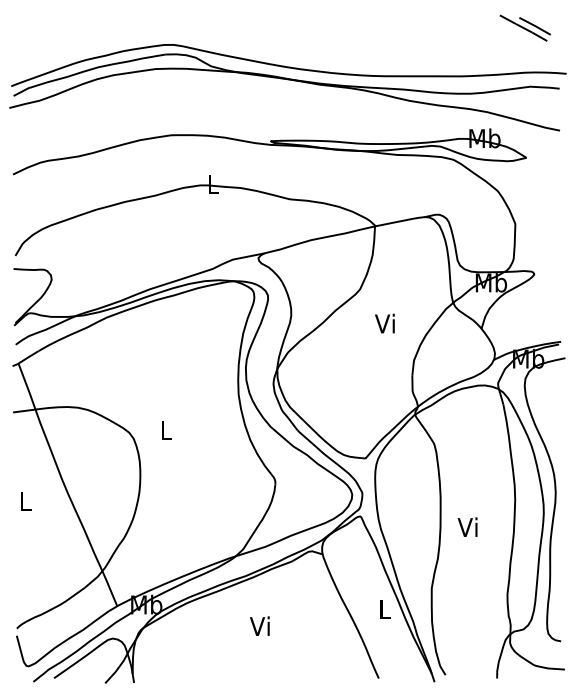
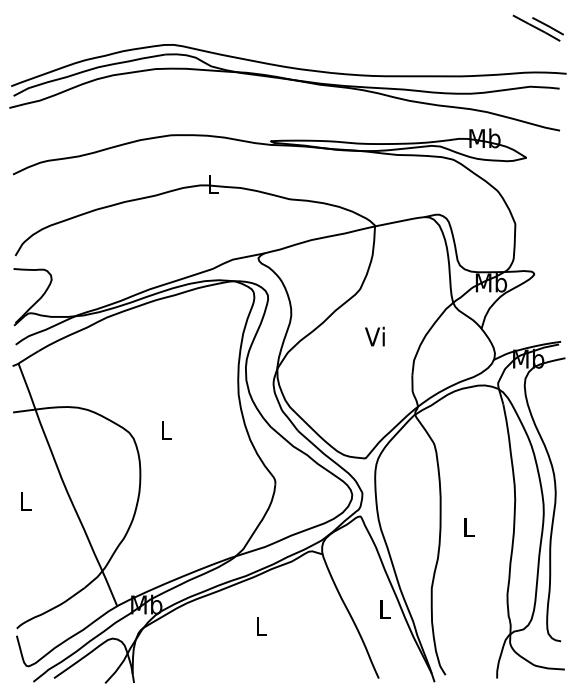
part at (524, 27) position: (524, 27) -> (537, 27)
text at (384, 323) position: (384, 323) -> (374, 336)
text at (467, 526): Vi -> L
text at (259, 625): Vi -> L
